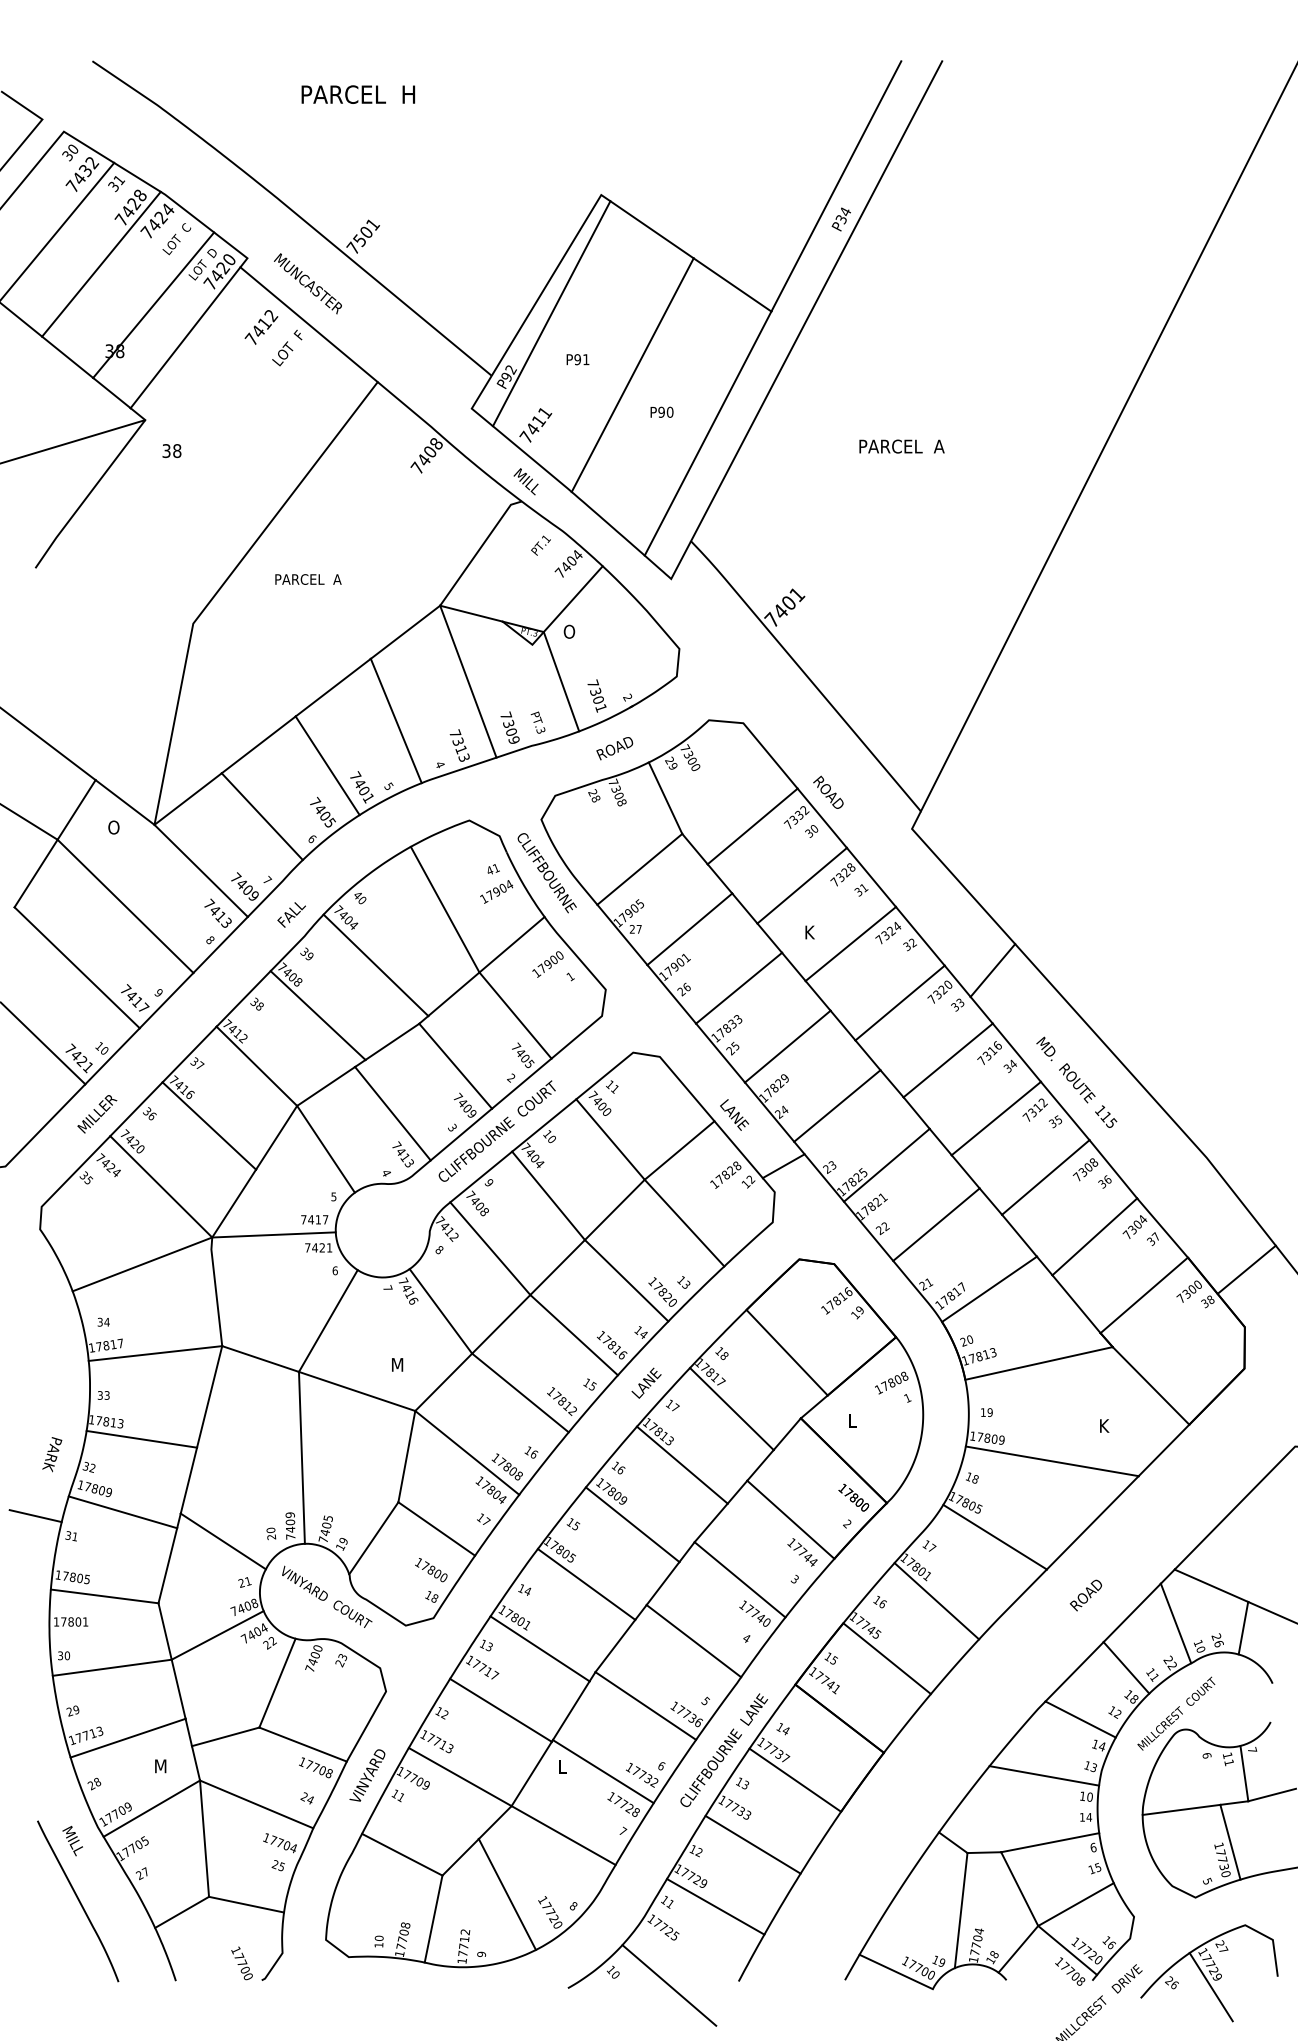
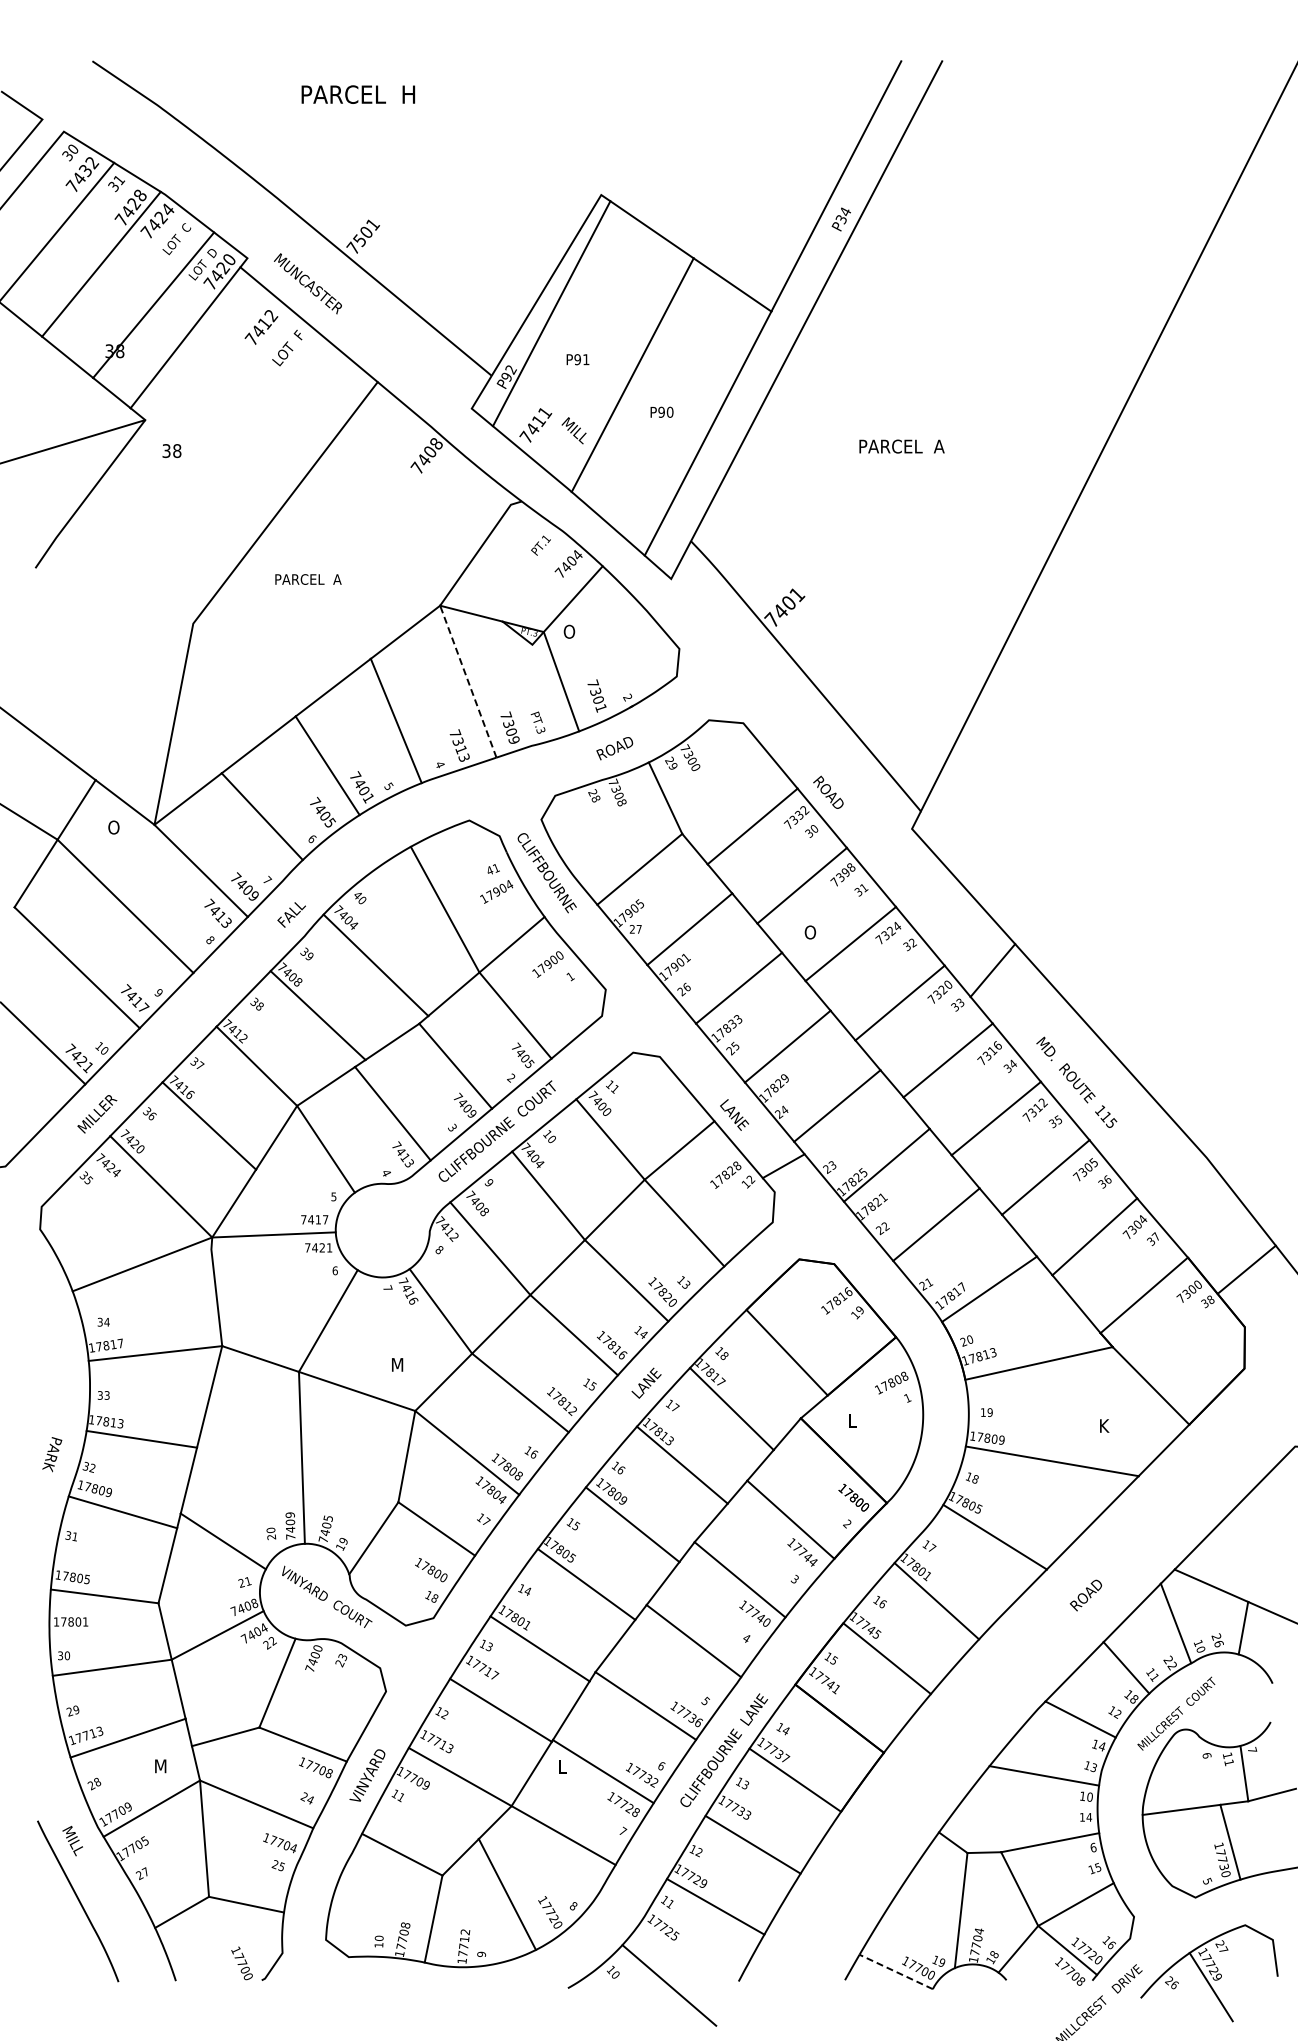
text at (525, 481) position: (525, 481) -> (573, 430)
line at (468, 681): solid -> dashed
text at (845, 873): 7328 -> 7398
text at (810, 932): K -> O
text at (1093, 1162): 7308 -> 7305
line at (35, 1516): present -> none
line at (895, 1971): solid -> dashed
